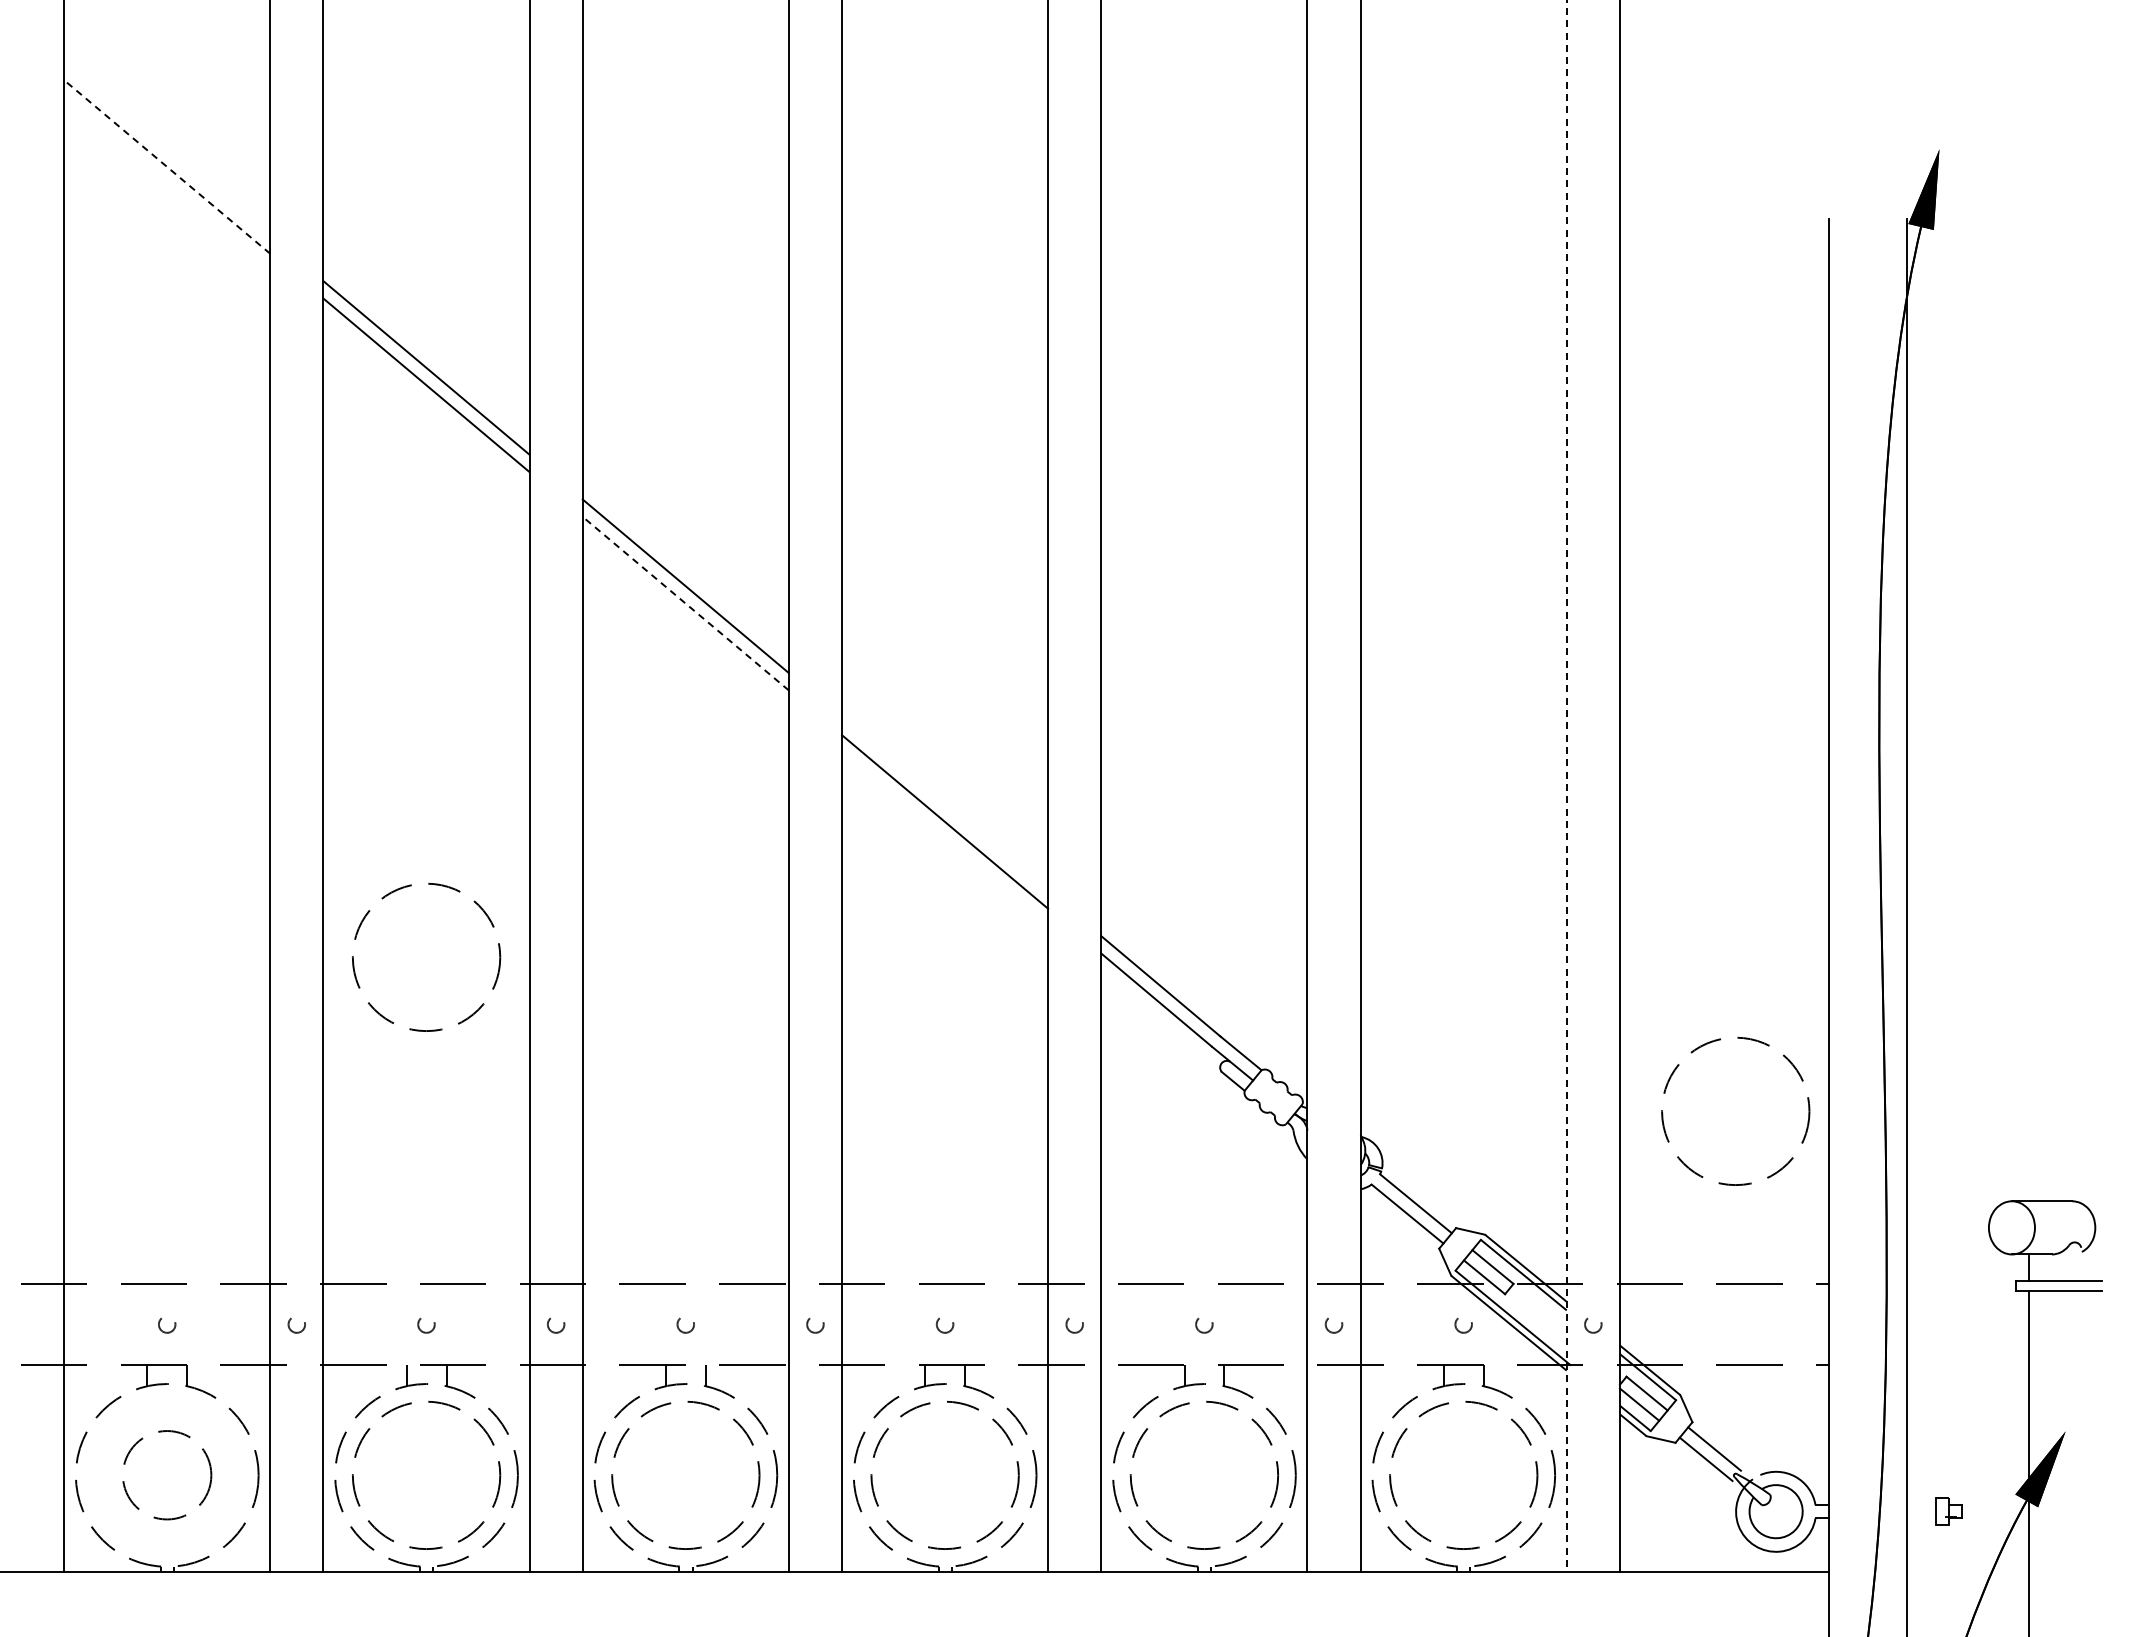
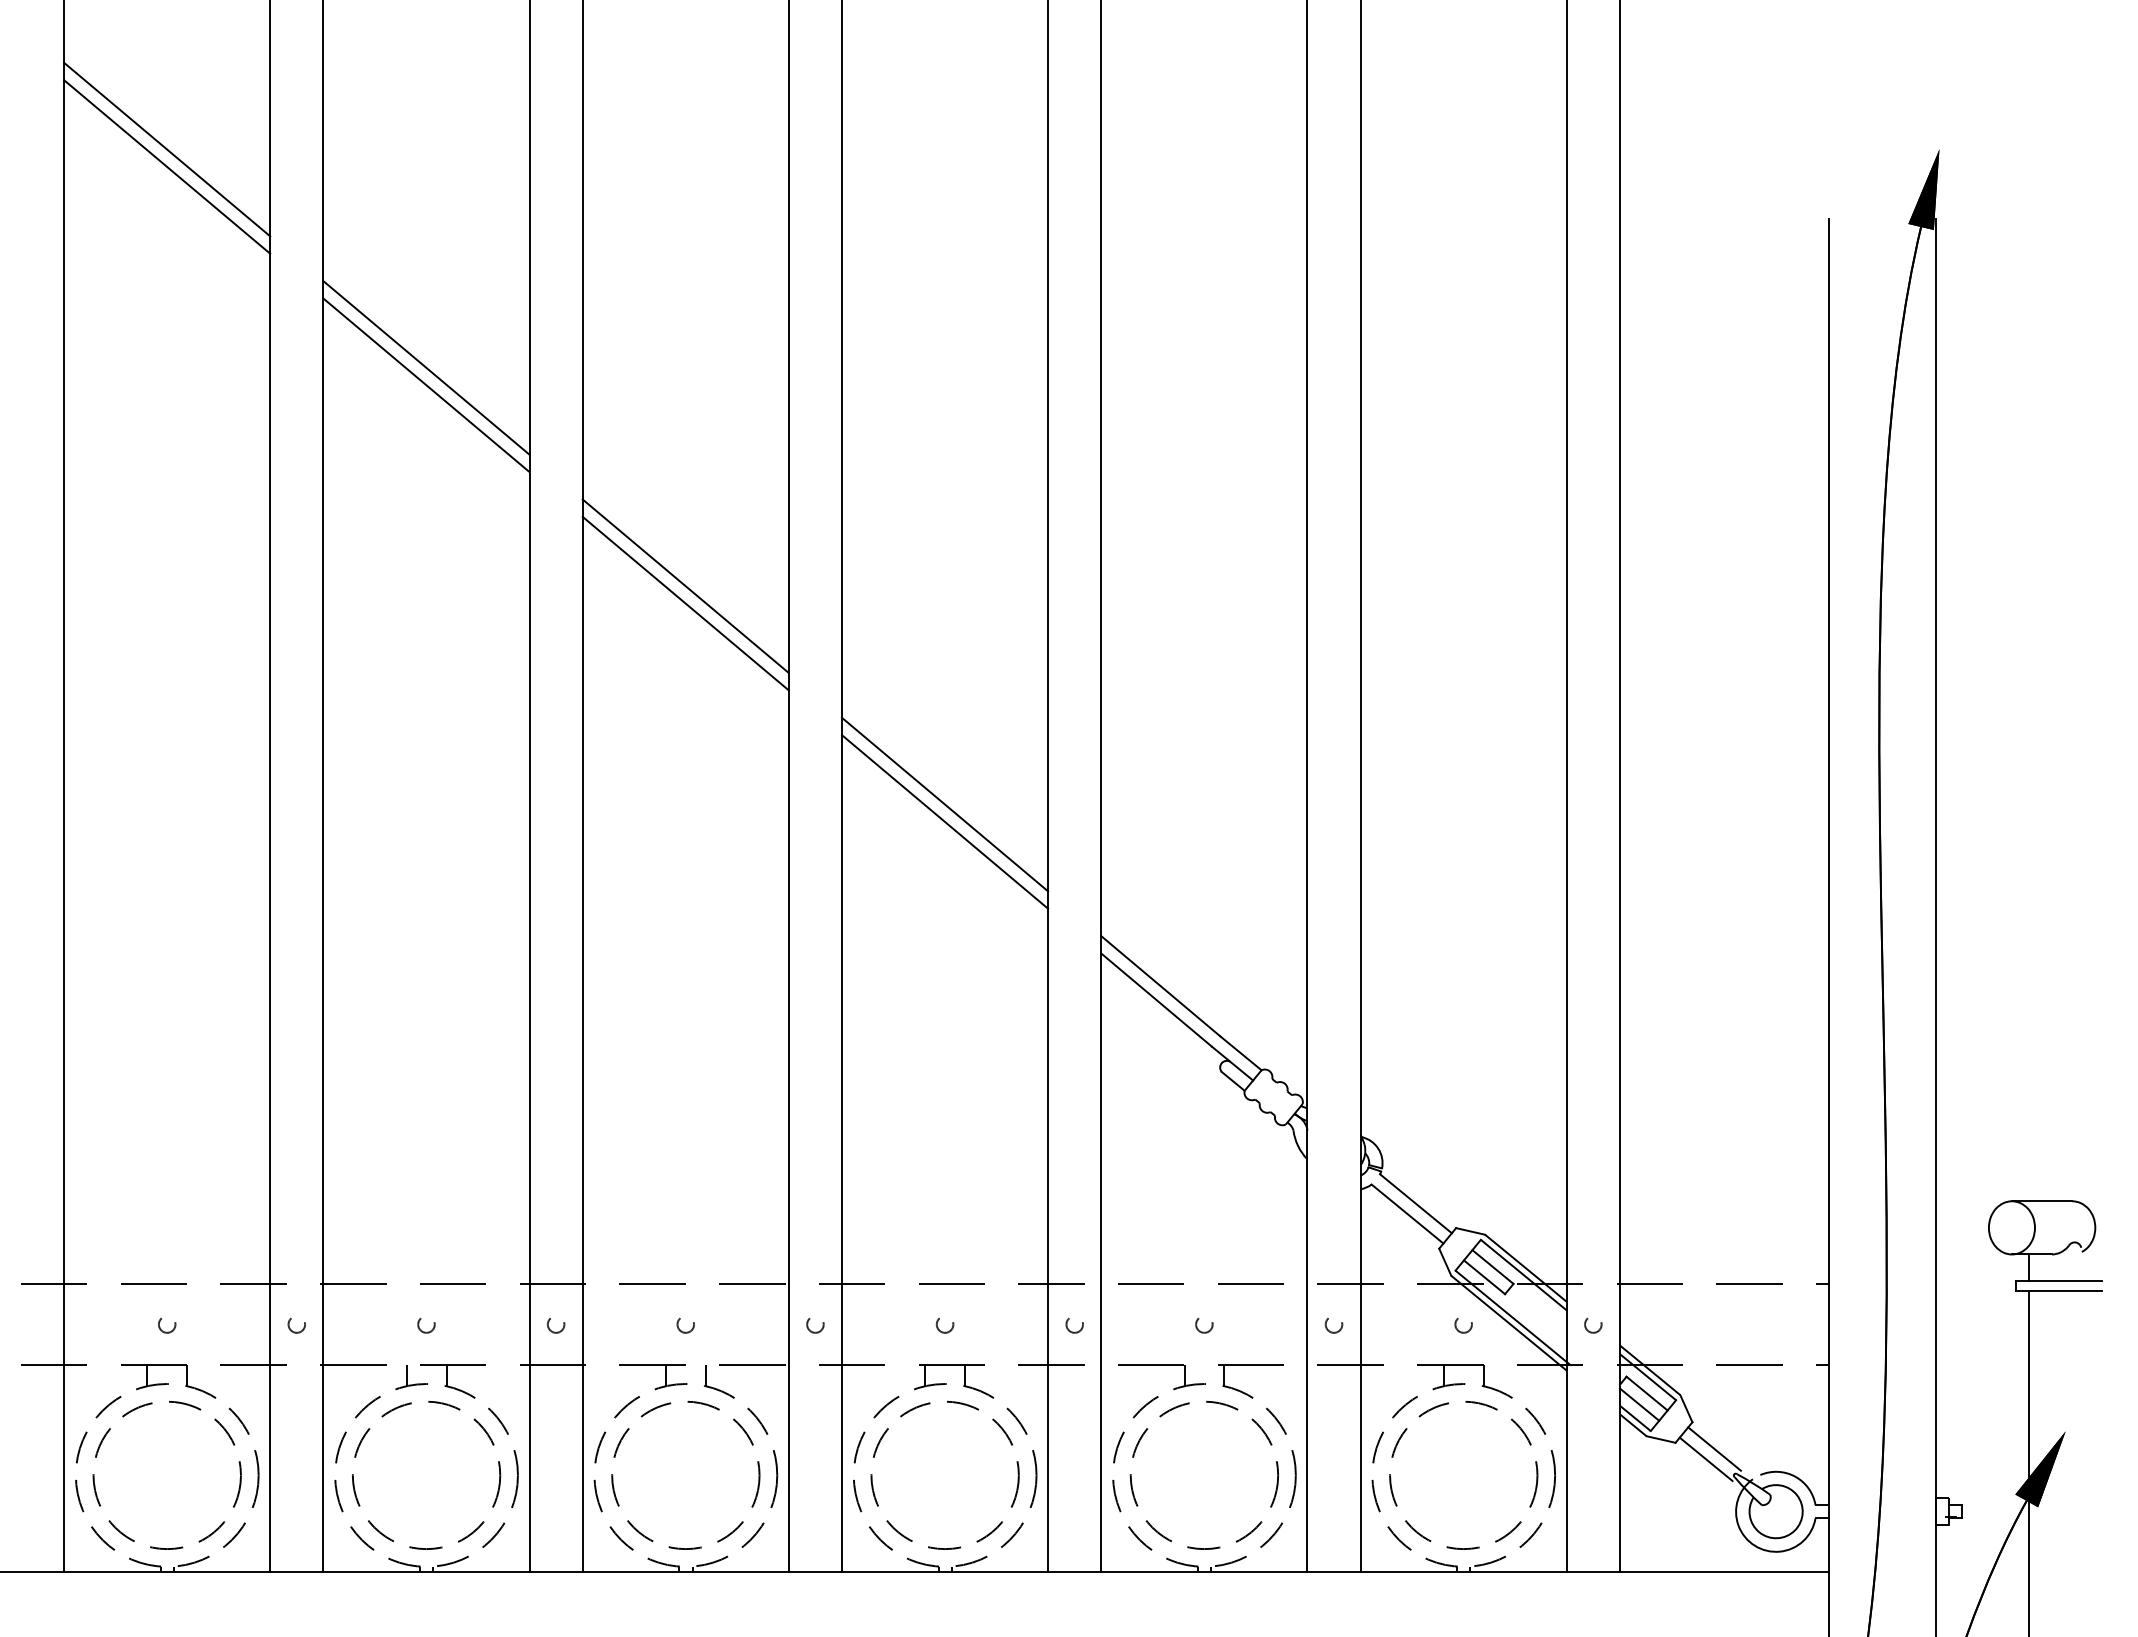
line at (167, 149): none -> present
line at (167, 166): dashed -> solid
line at (685, 603): dashed -> solid
line at (1566, 786): dashed -> solid
line at (945, 804): none -> present
line at (1906, 926) position: (1906, 926) -> (1935, 926)
circle at (426, 956): present -> none
circle at (1735, 1110): present -> none
circle at (167, 1475) size: 91x91 px -> 150x150 px
